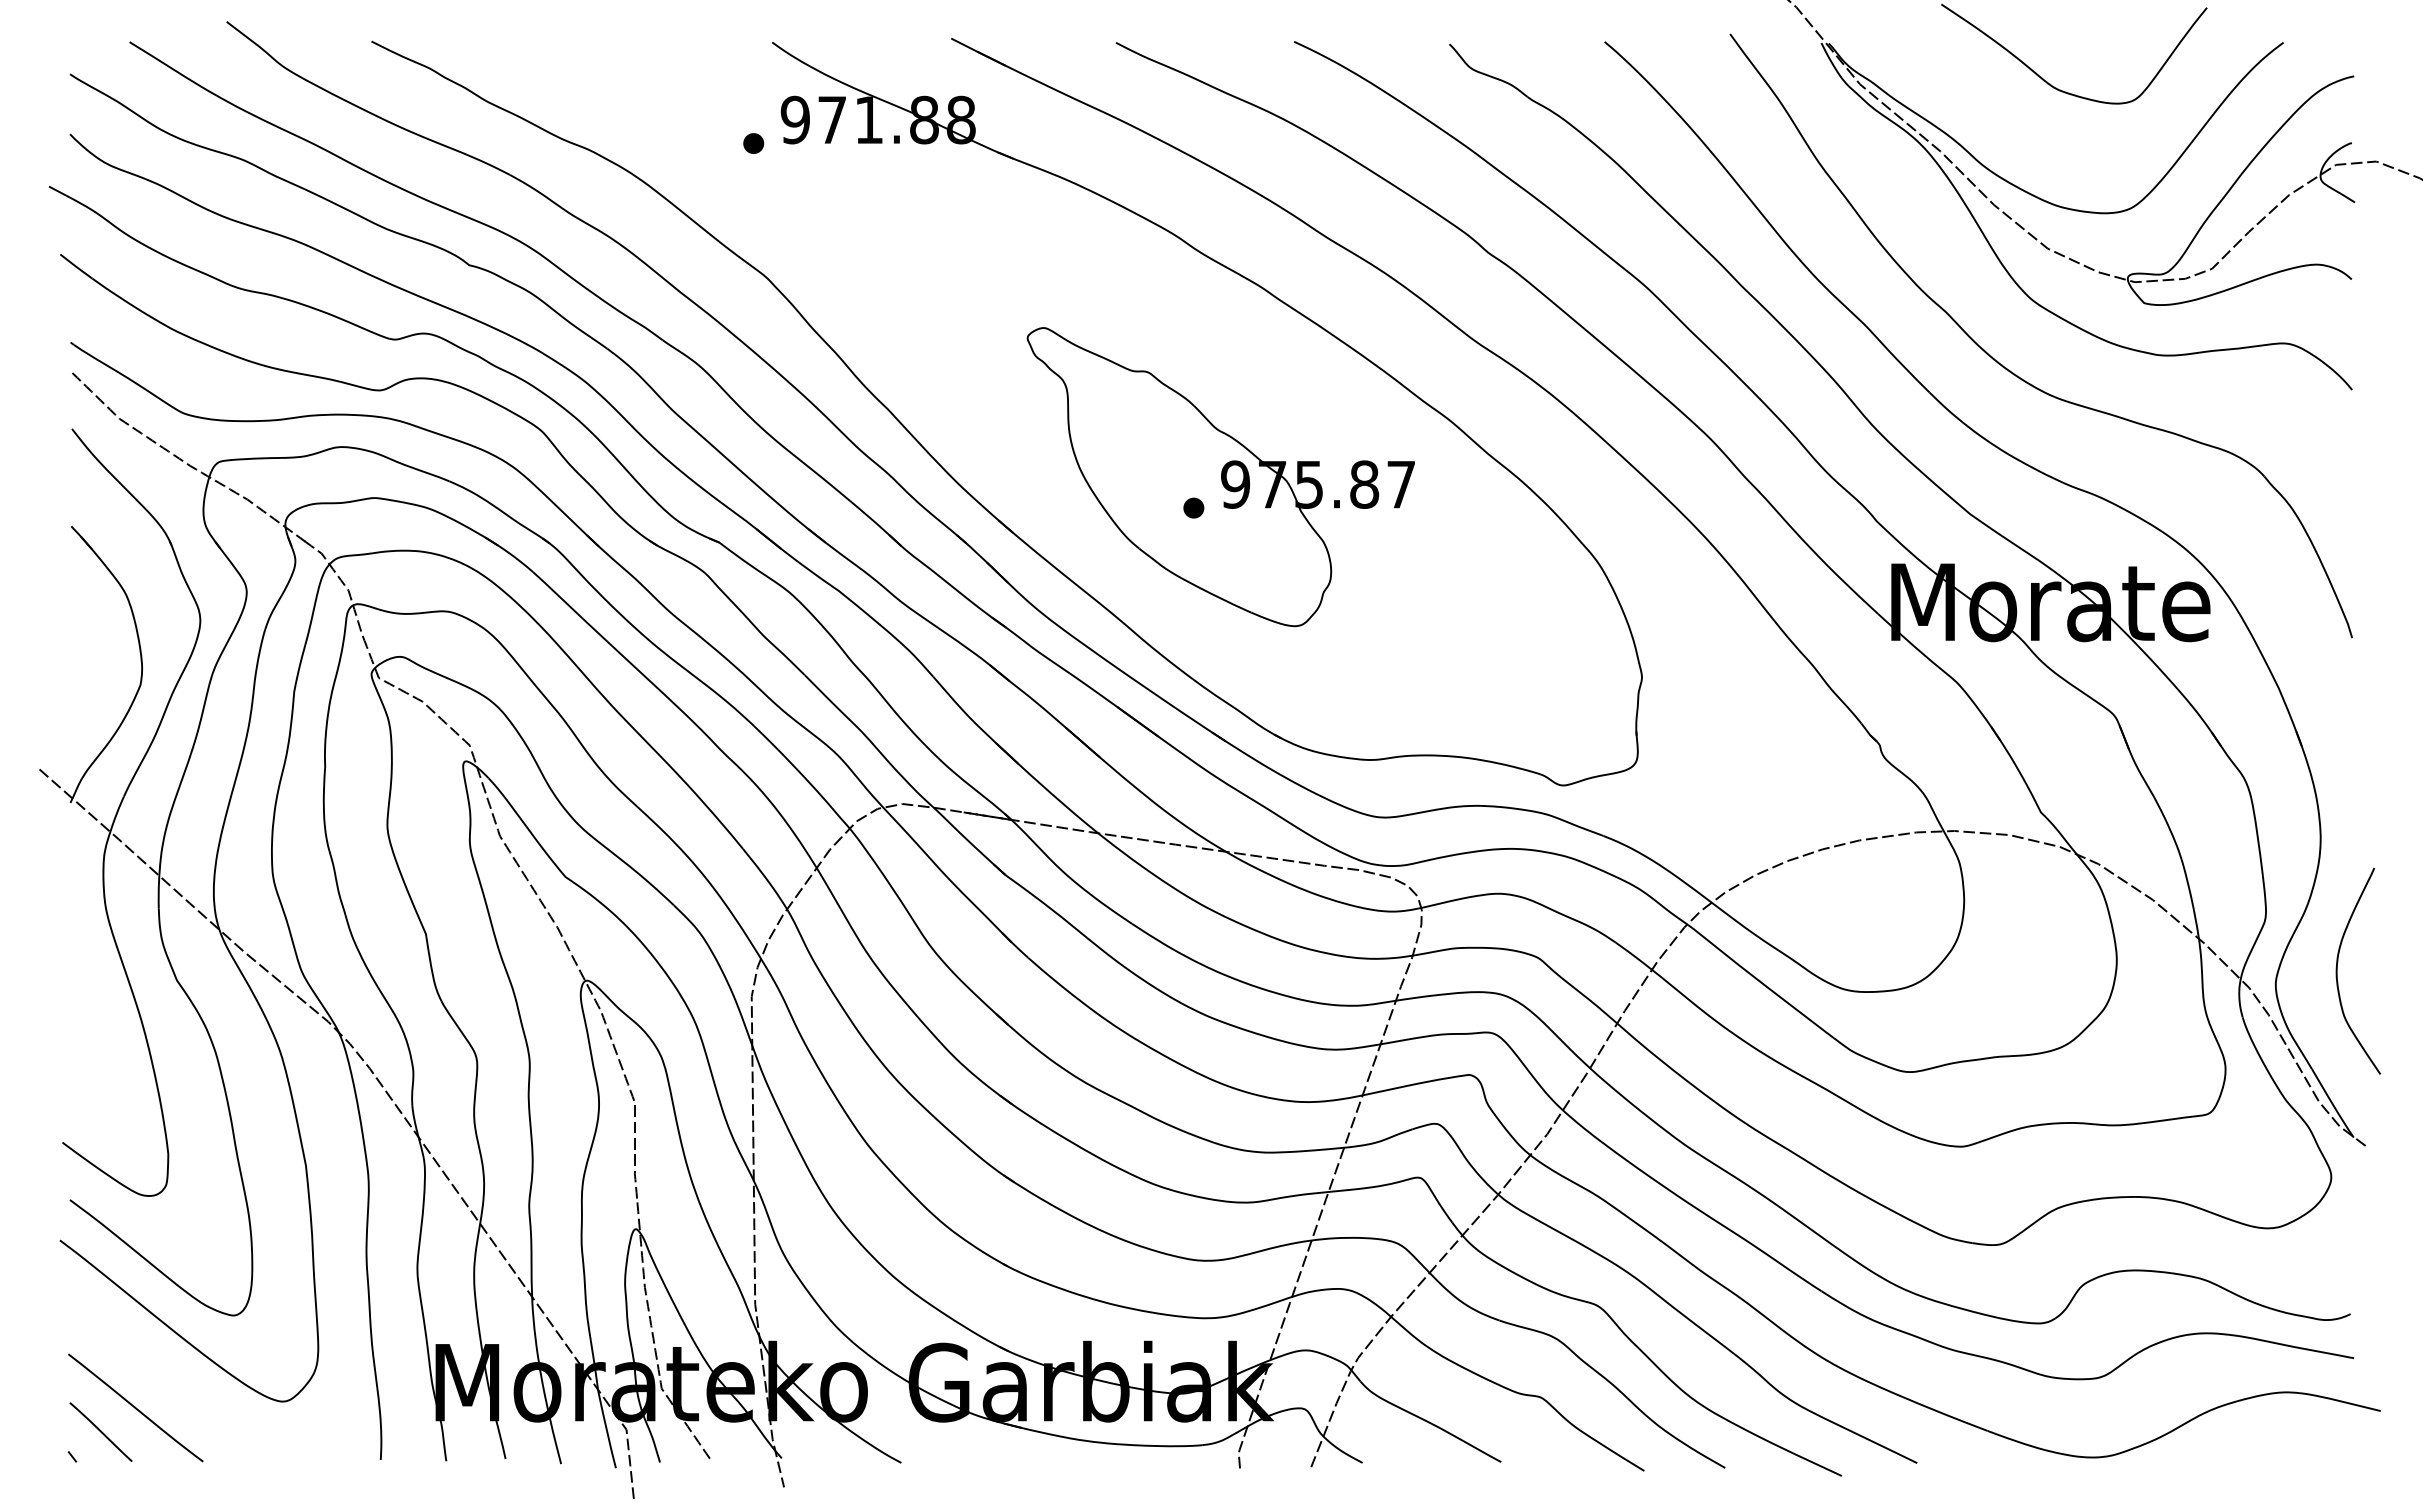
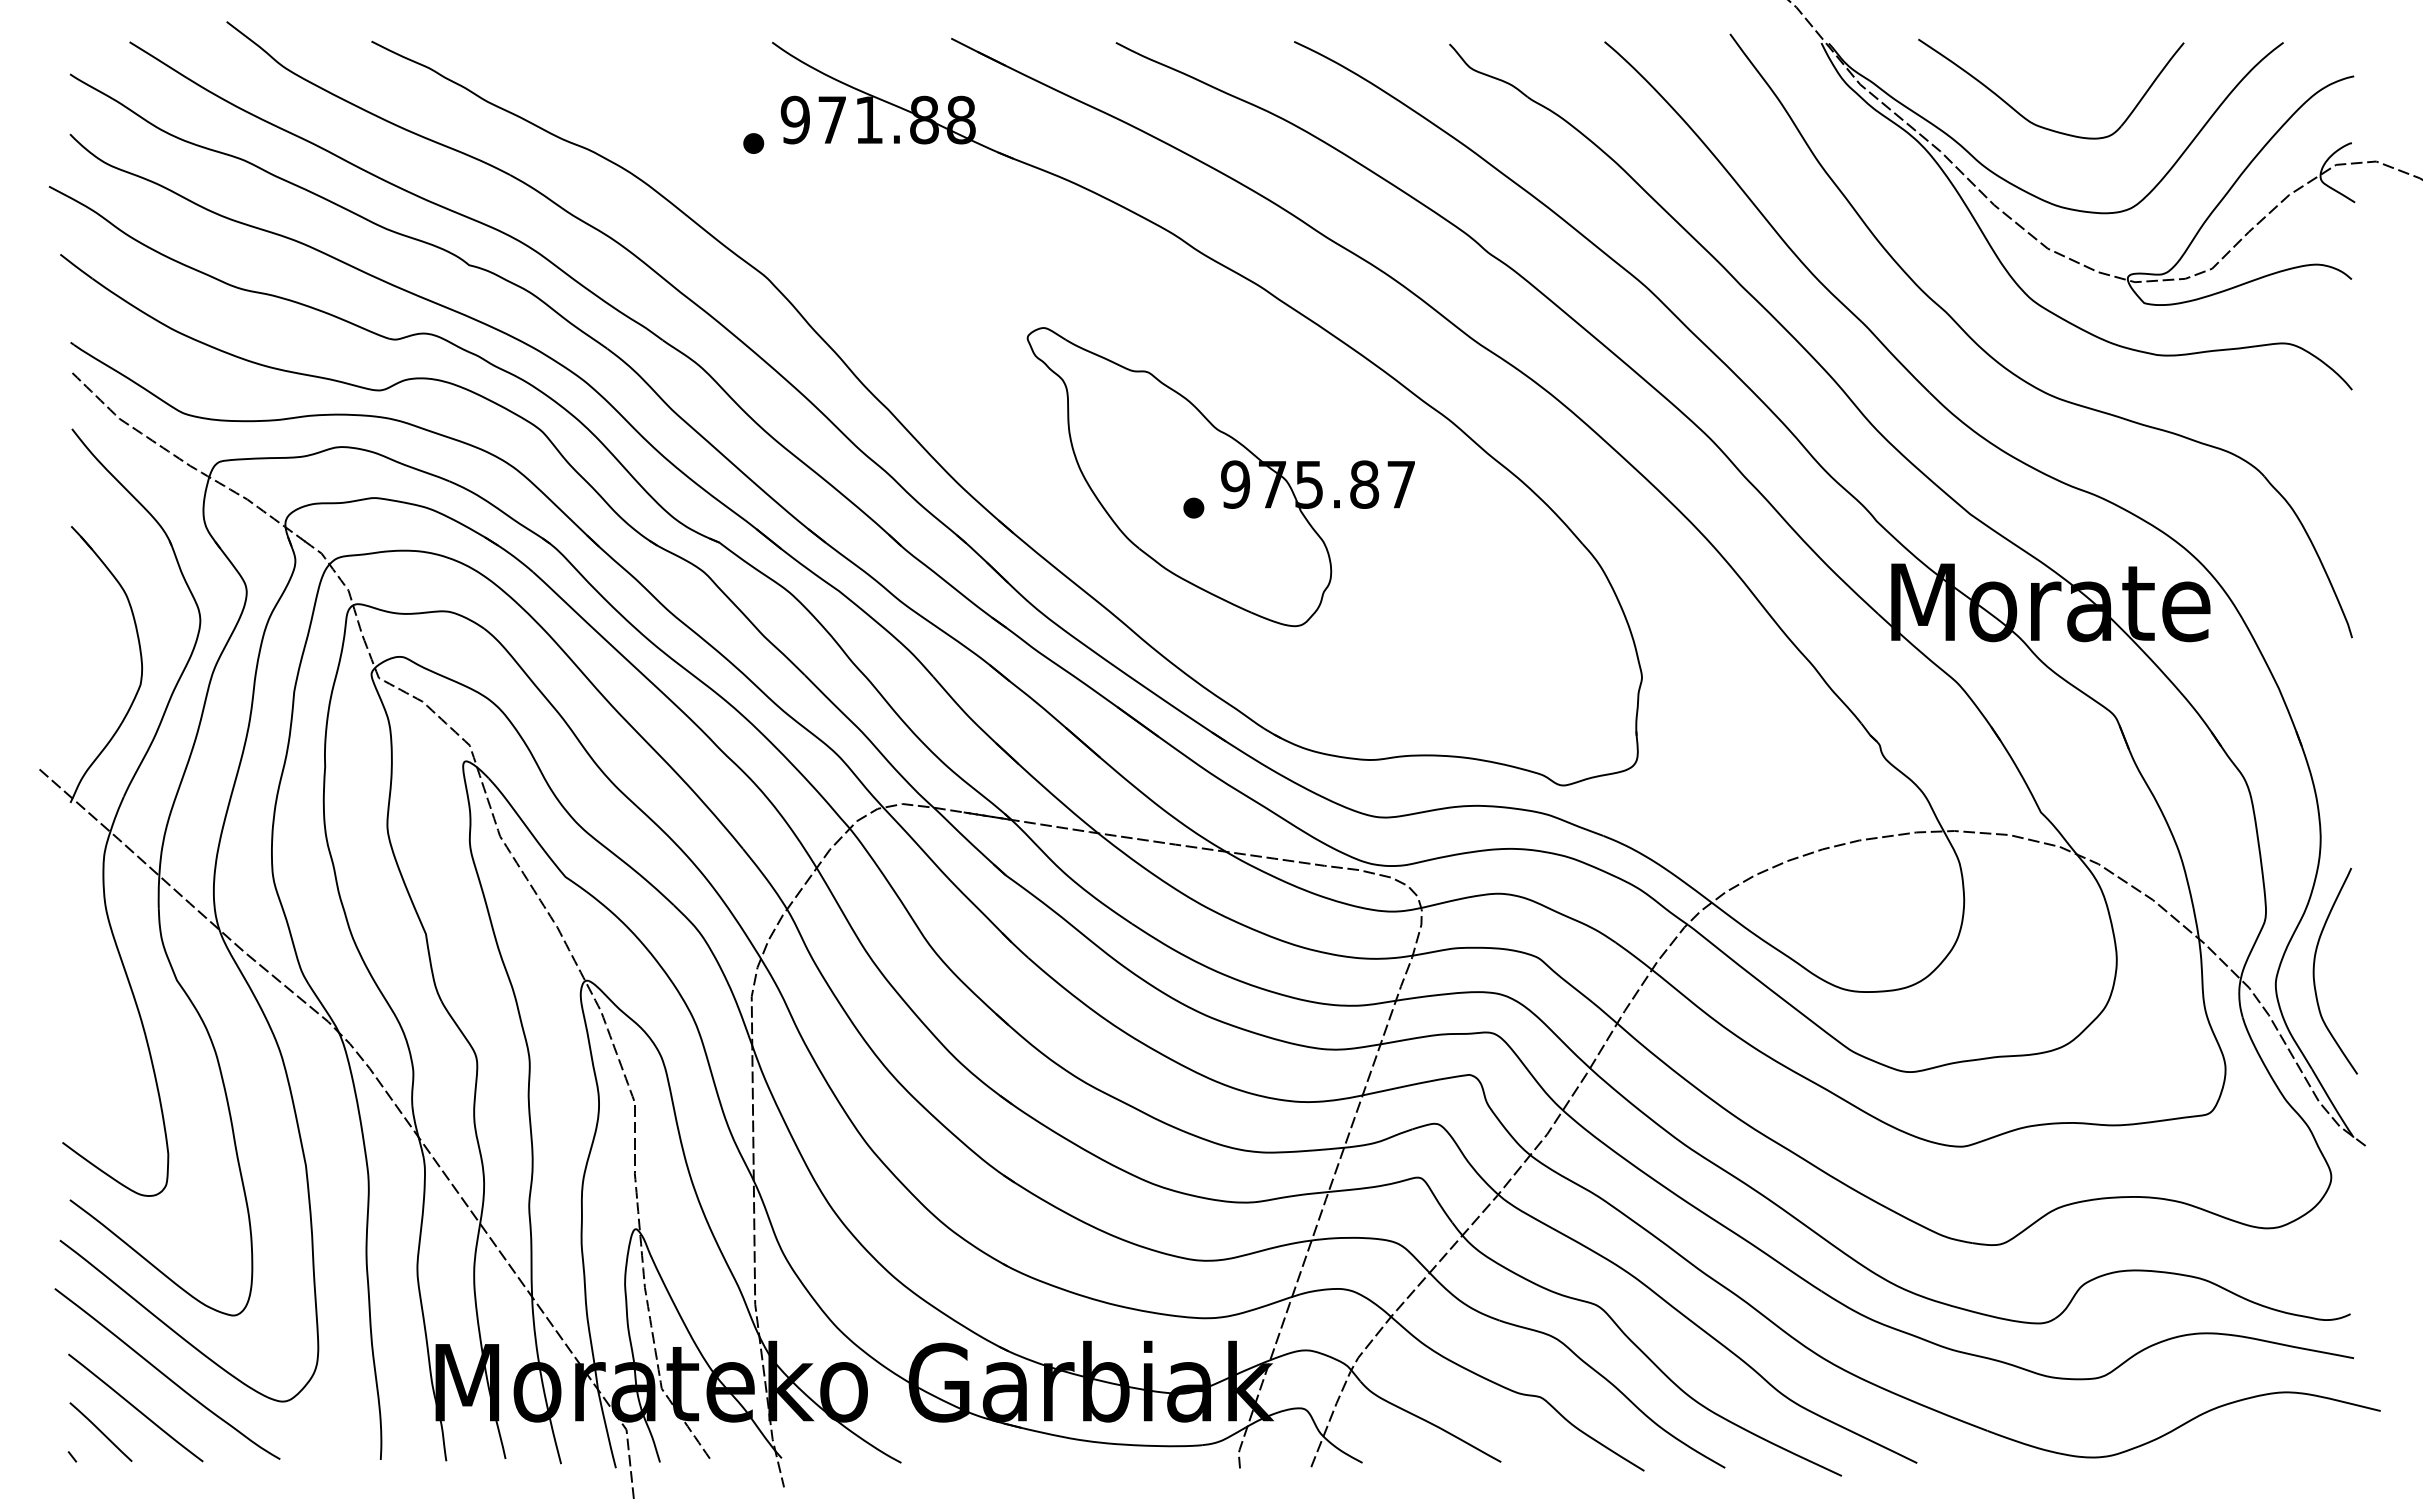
part at (2058, 88) position: (2058, 88) -> (2035, 123)
curve at (2337, 970) position: (2337, 970) -> (2314, 970)
curve at (165, 1374): none -> present
